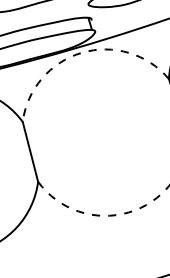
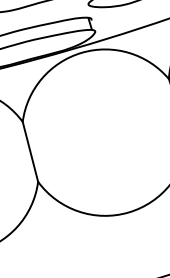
arc at (81, 52): dashed -> solid
arc at (103, 215): dashed -> solid
